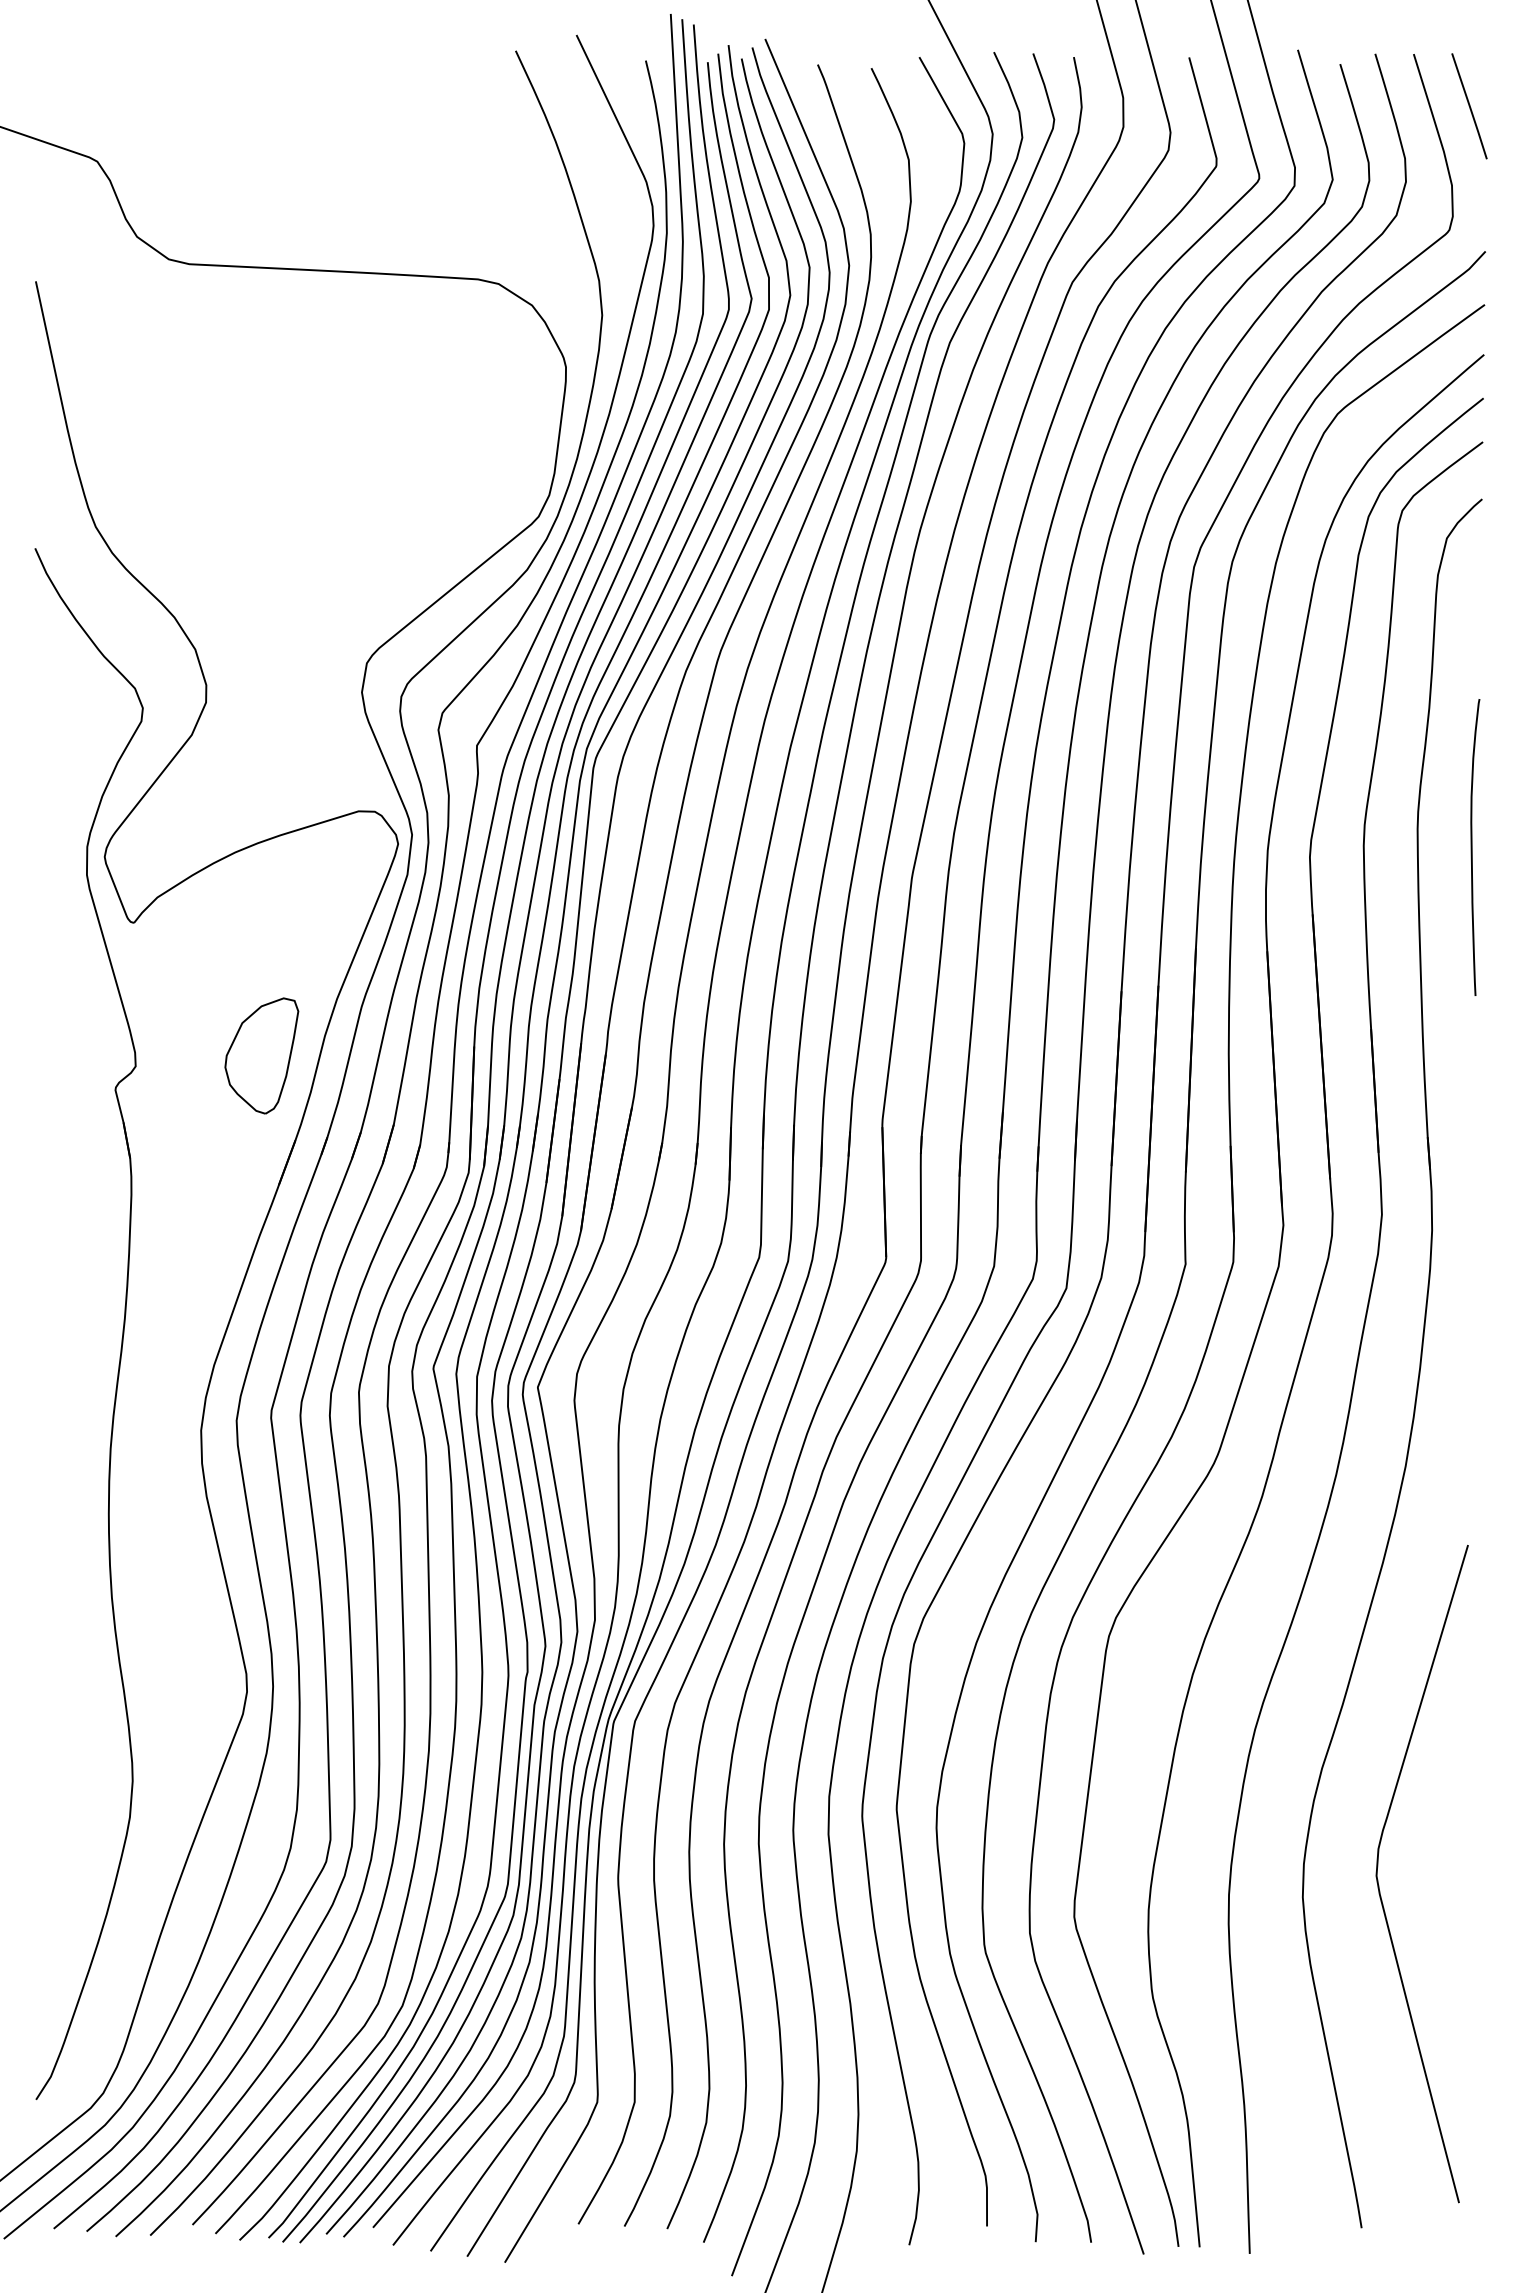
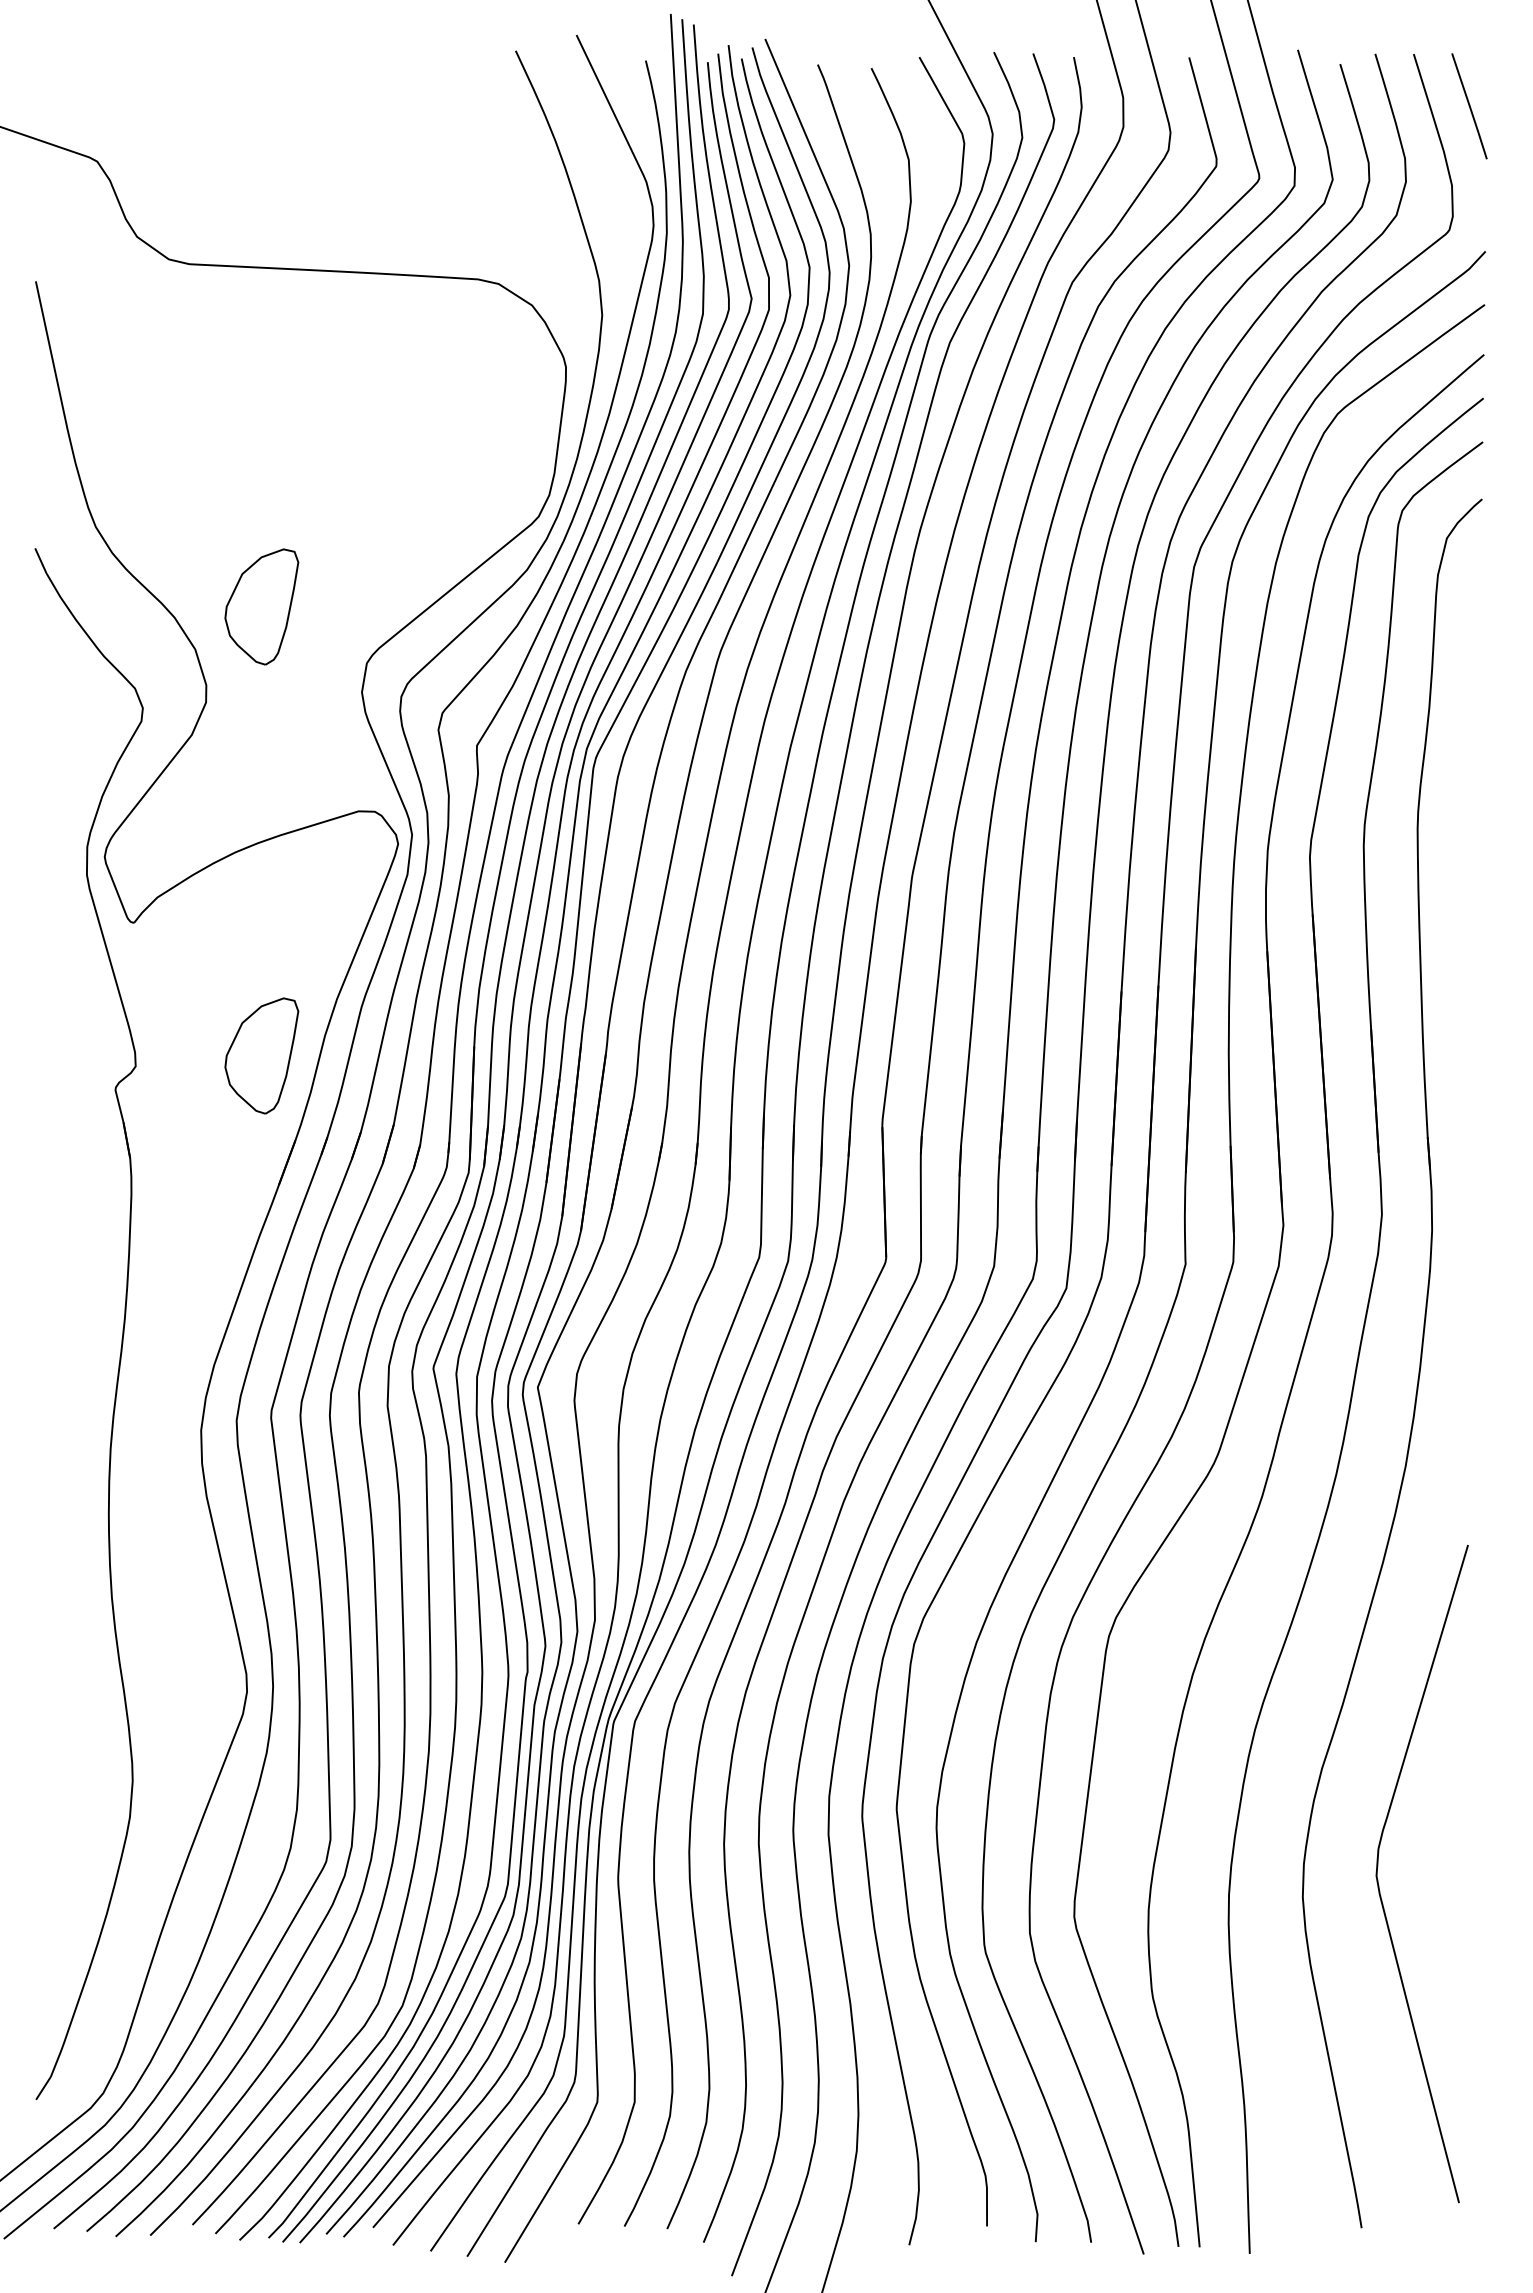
part at (261, 606): none -> present
curve at (1472, 847): present -> none
